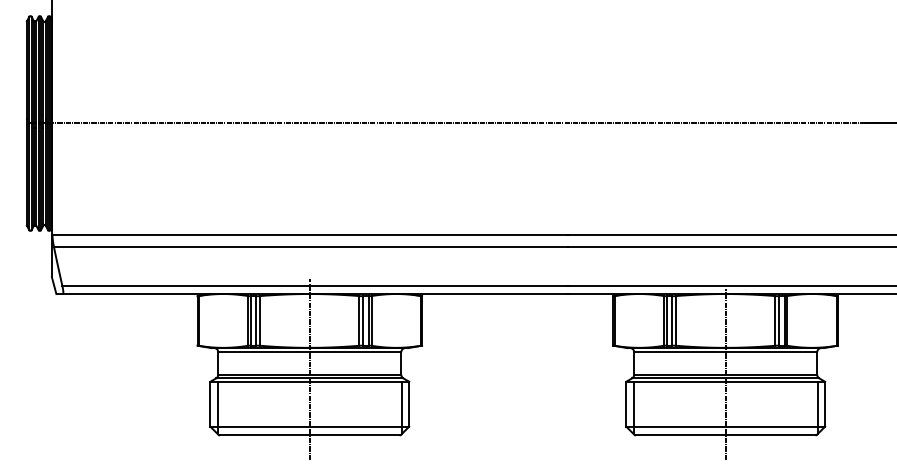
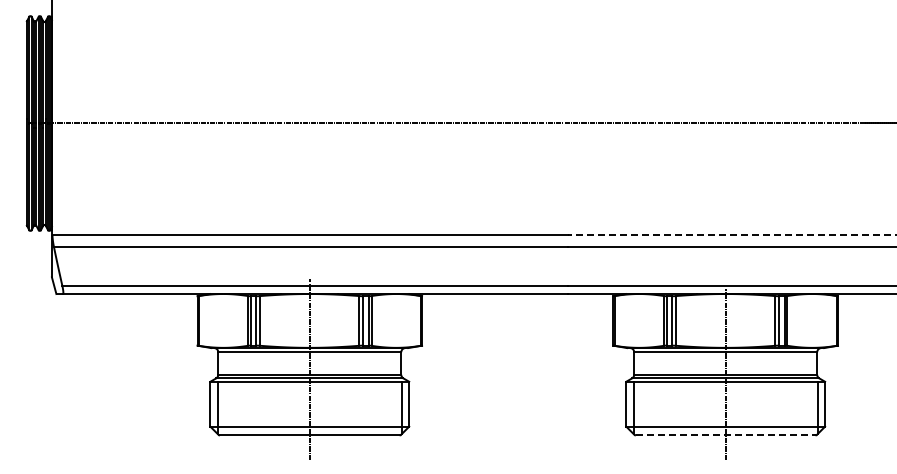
line at (731, 235): solid -> dashed
line at (725, 435): solid -> dashed
